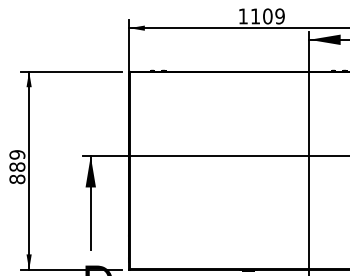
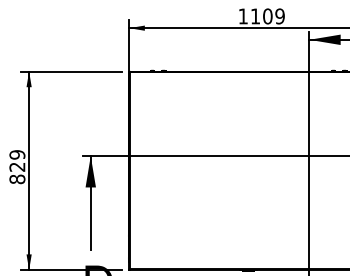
text at (17, 166): 889 -> 829
